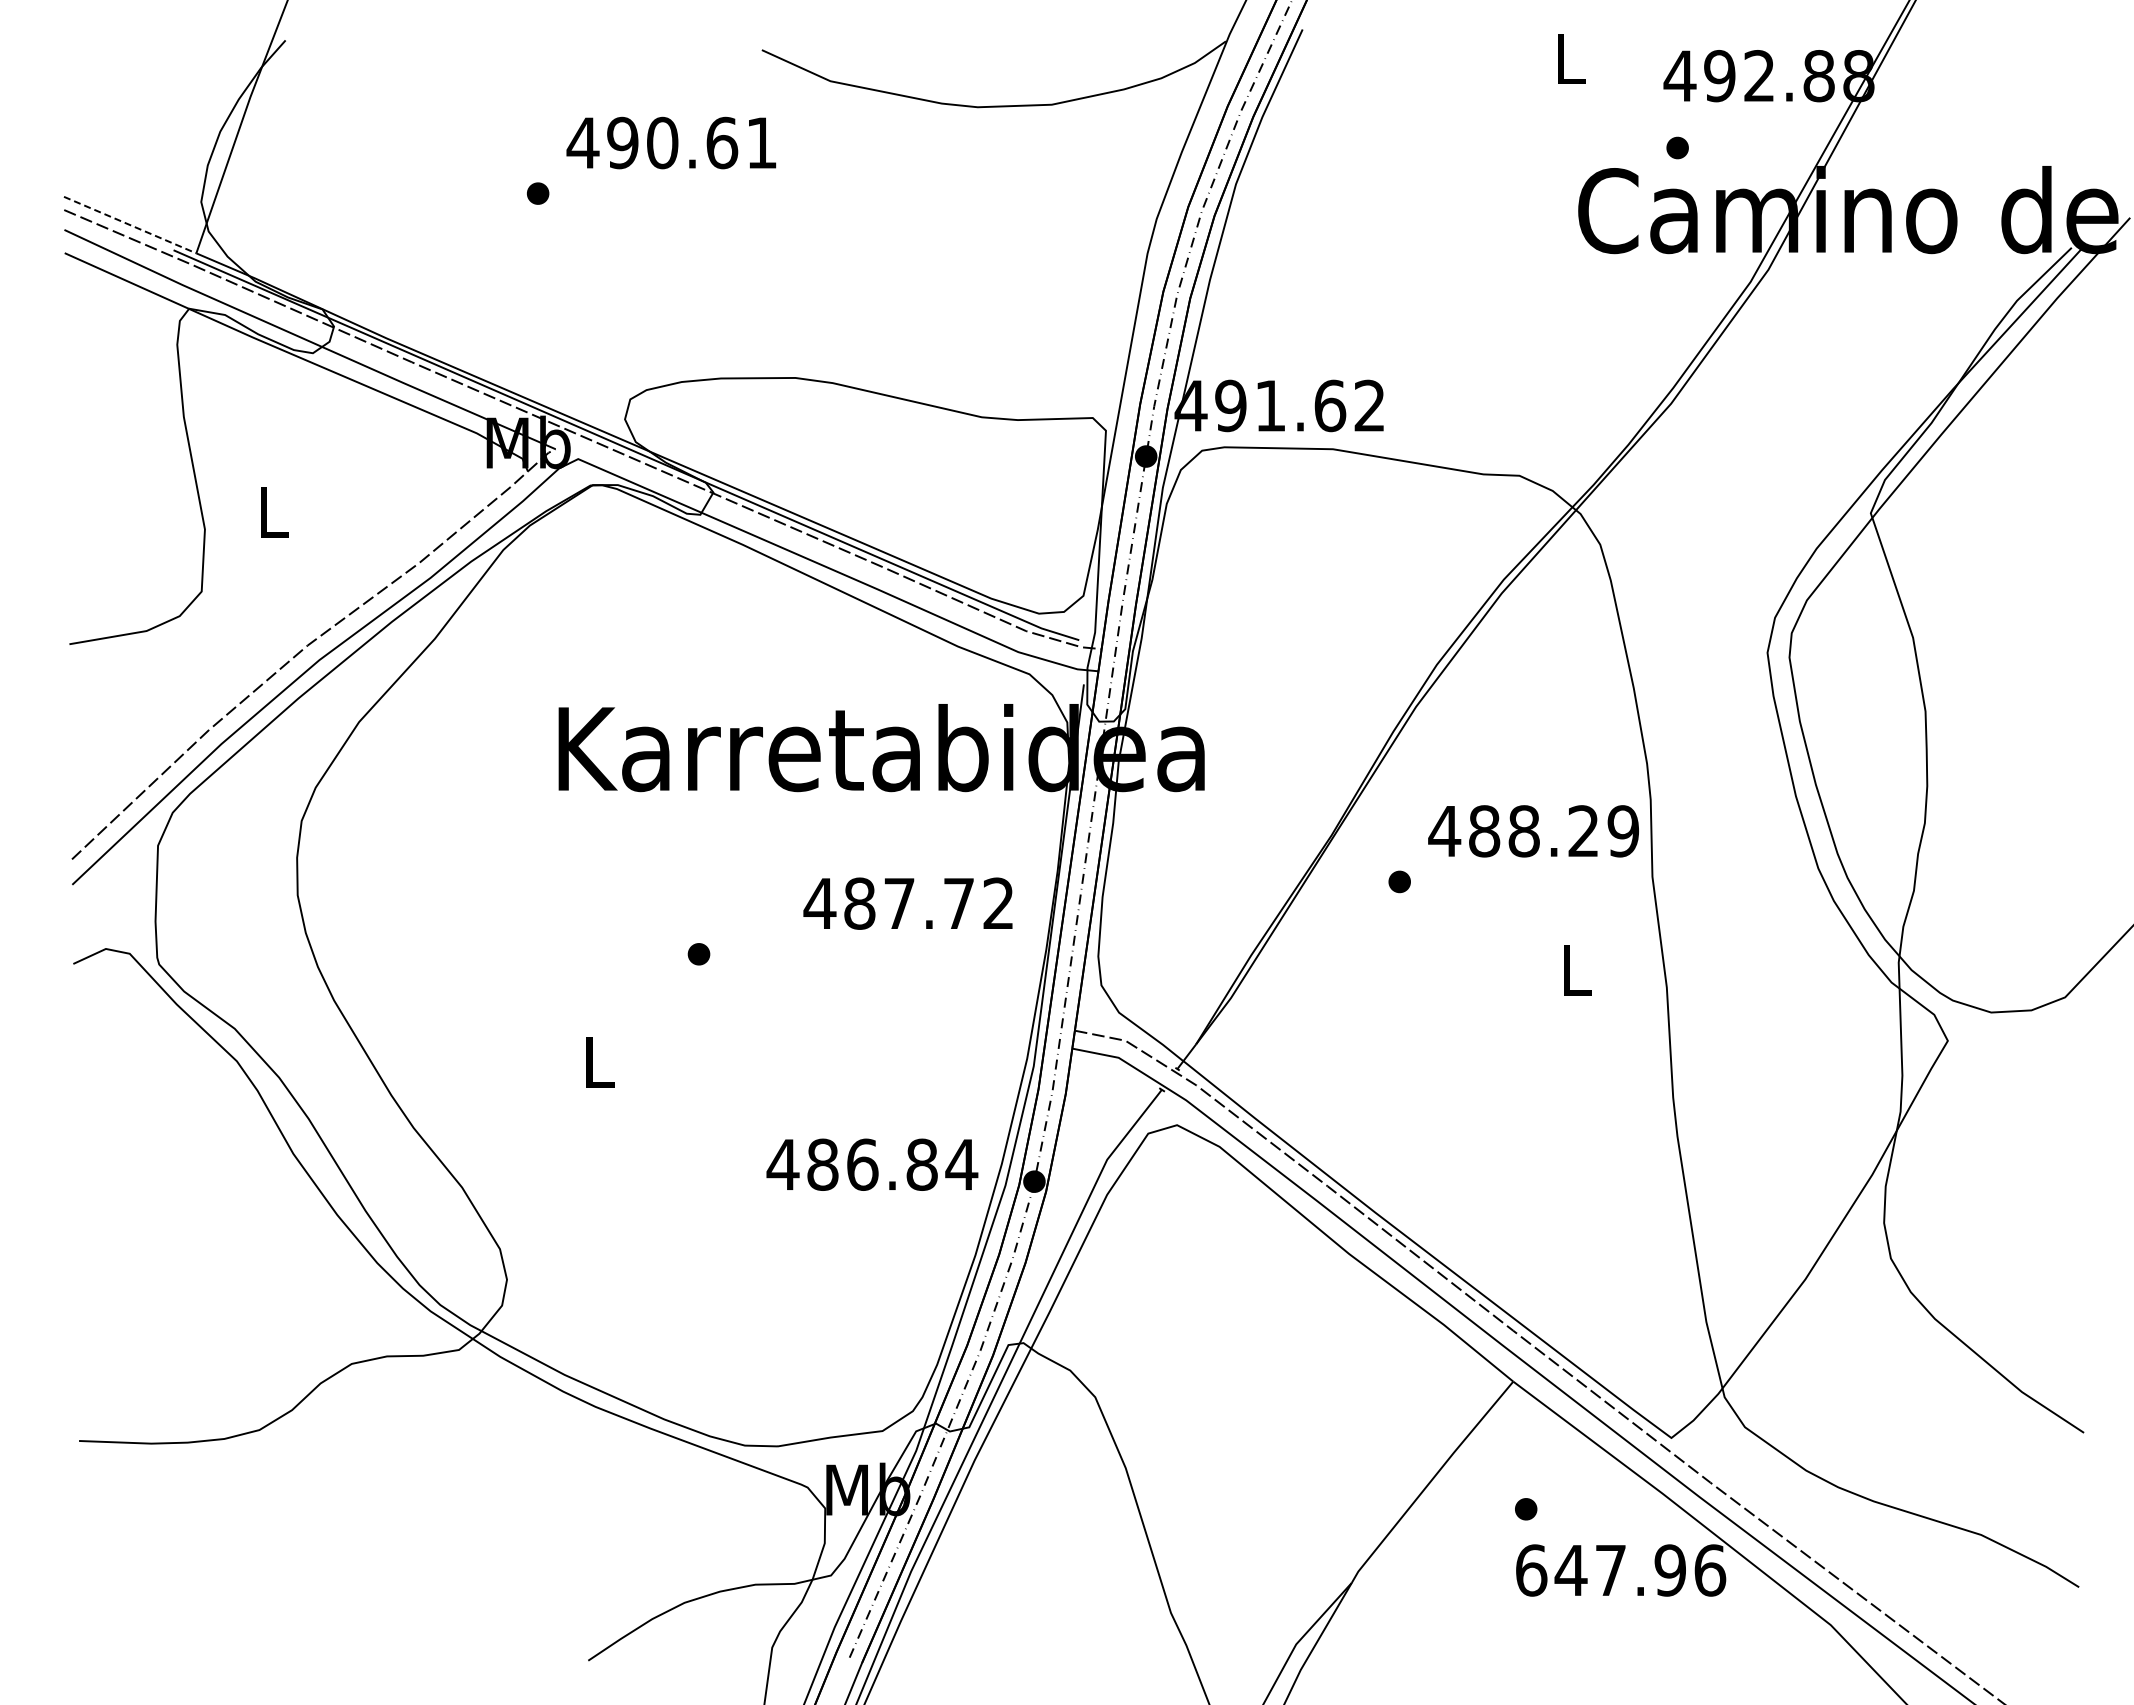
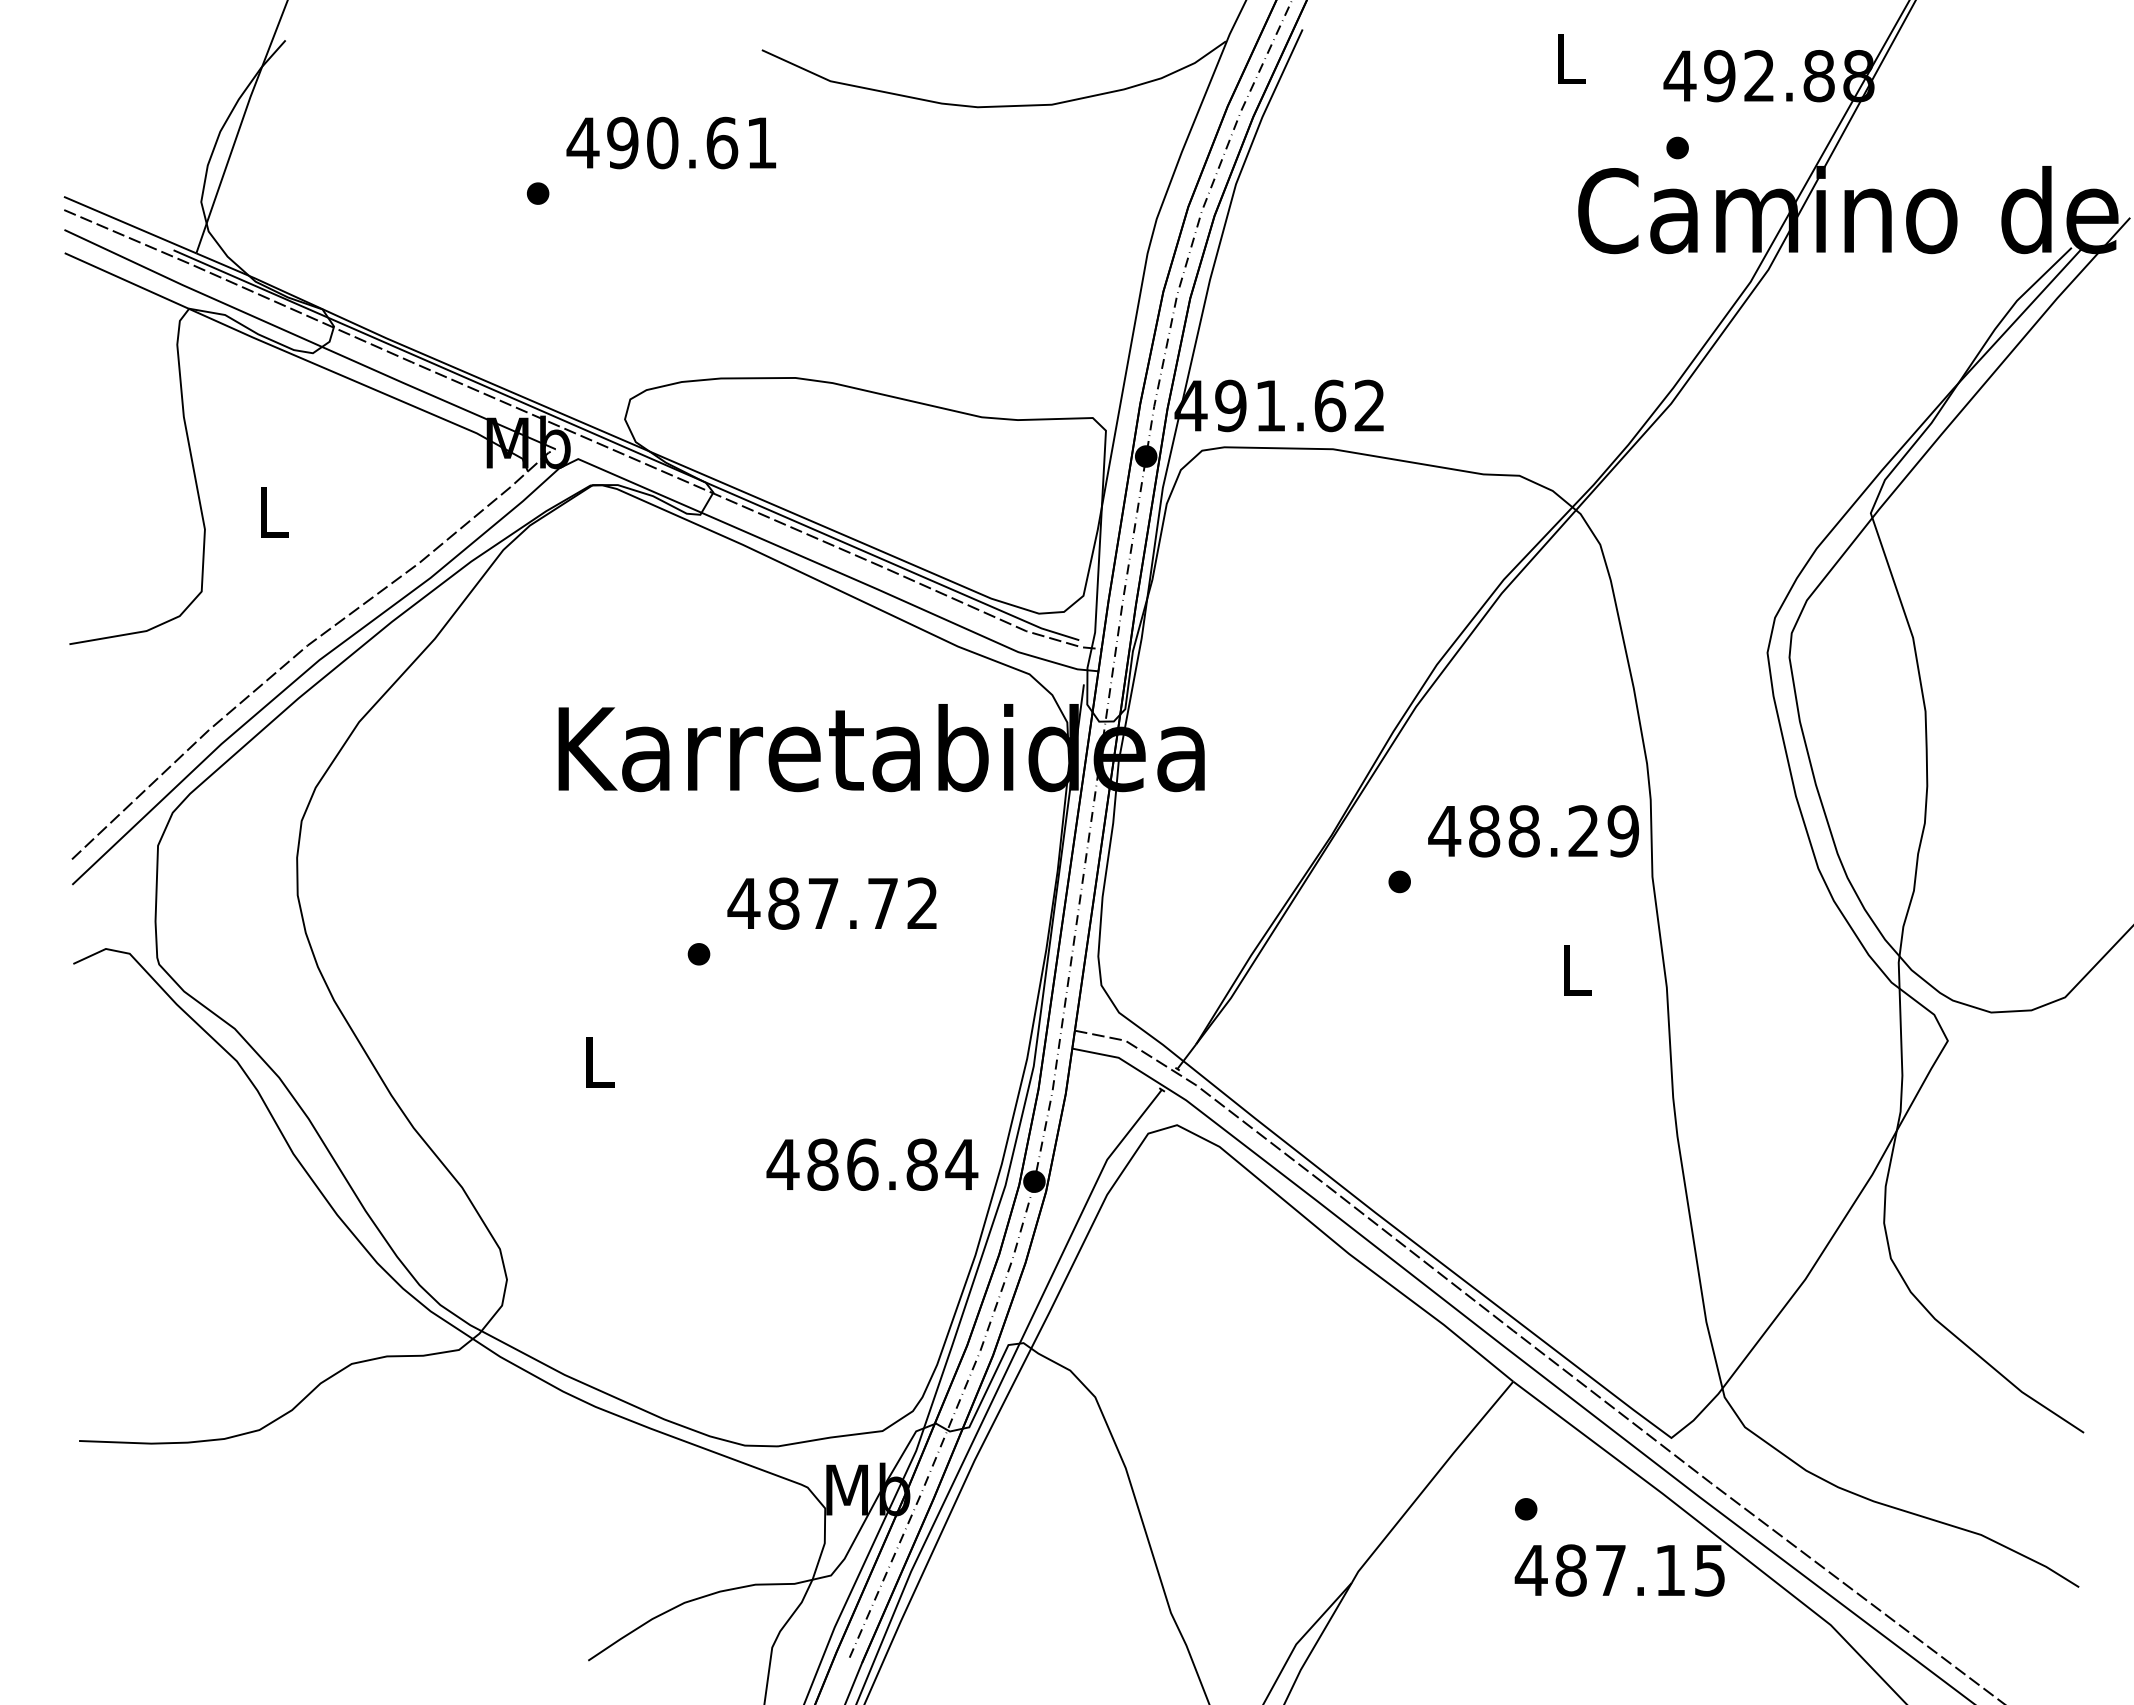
line at (130, 225): dashed -> solid
text at (907, 903) position: (907, 903) -> (831, 903)
text at (1620, 1570): 647.96 -> 487.15
